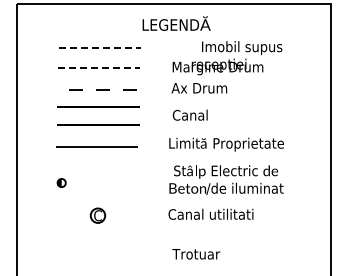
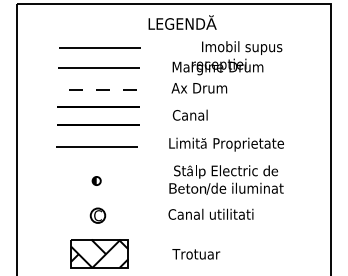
text at (176, 23) position: (176, 23) -> (182, 22)
line at (100, 48): dashed -> solid
line at (99, 68): dashed -> solid
part at (61, 182) position: (61, 182) -> (96, 180)
part at (99, 253): none -> present
